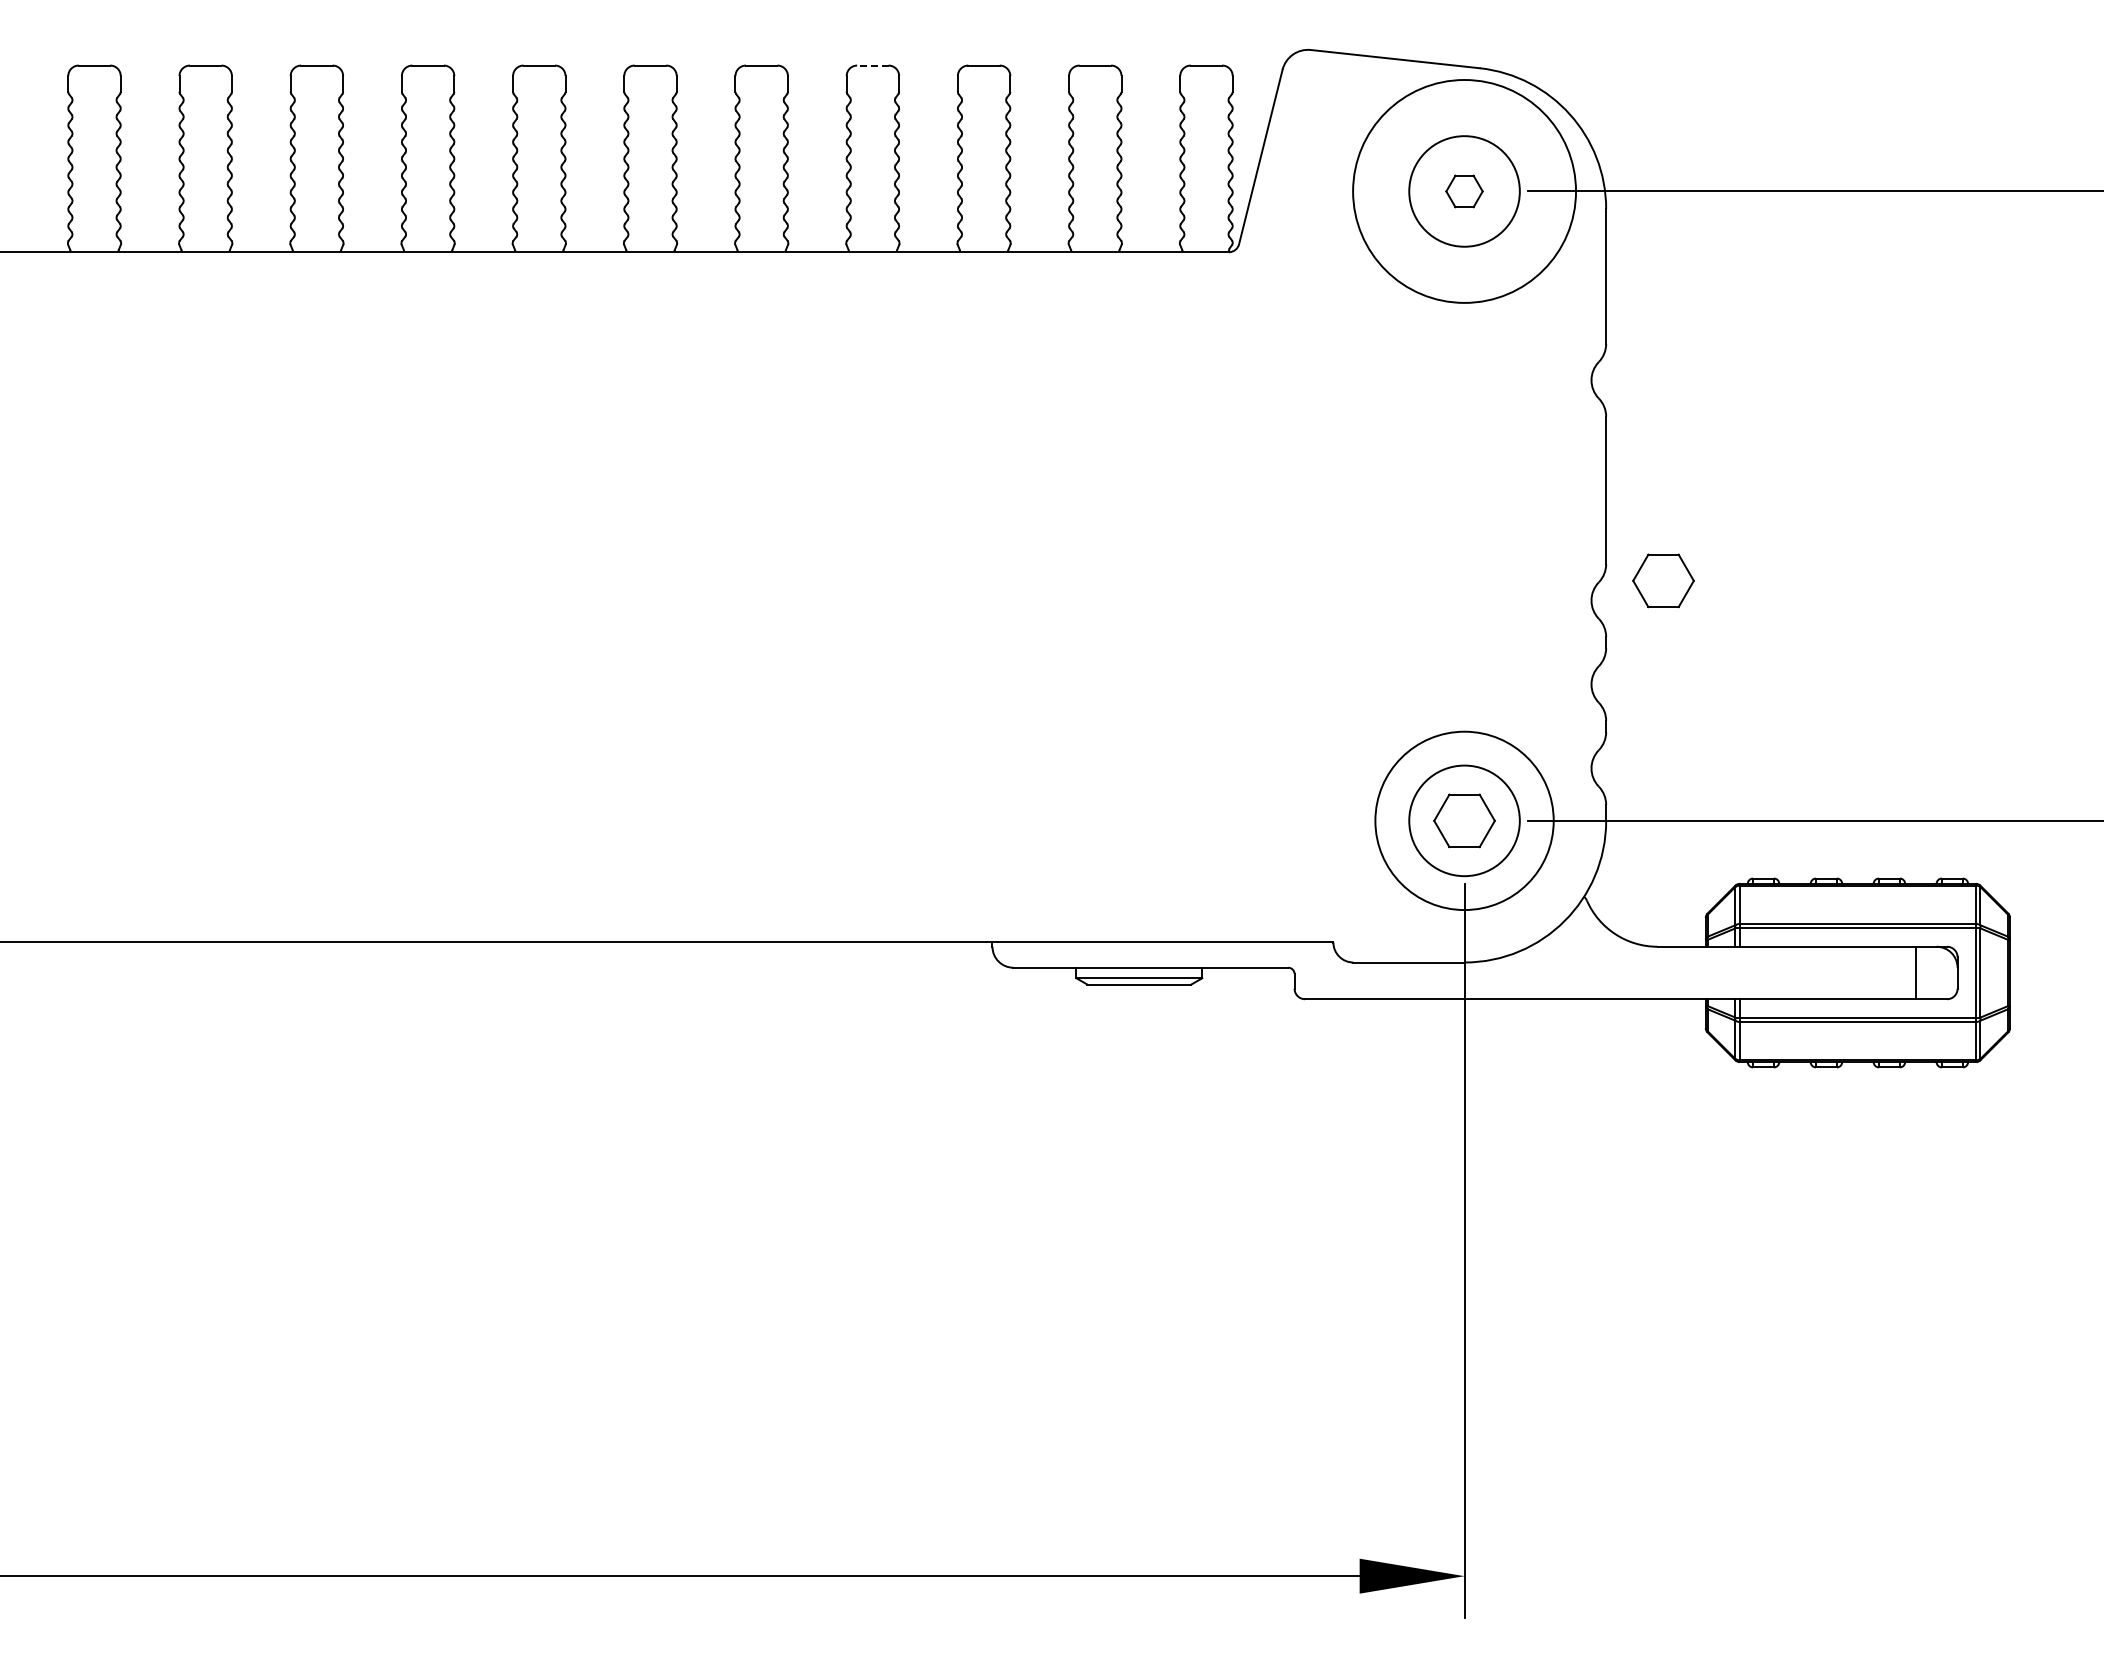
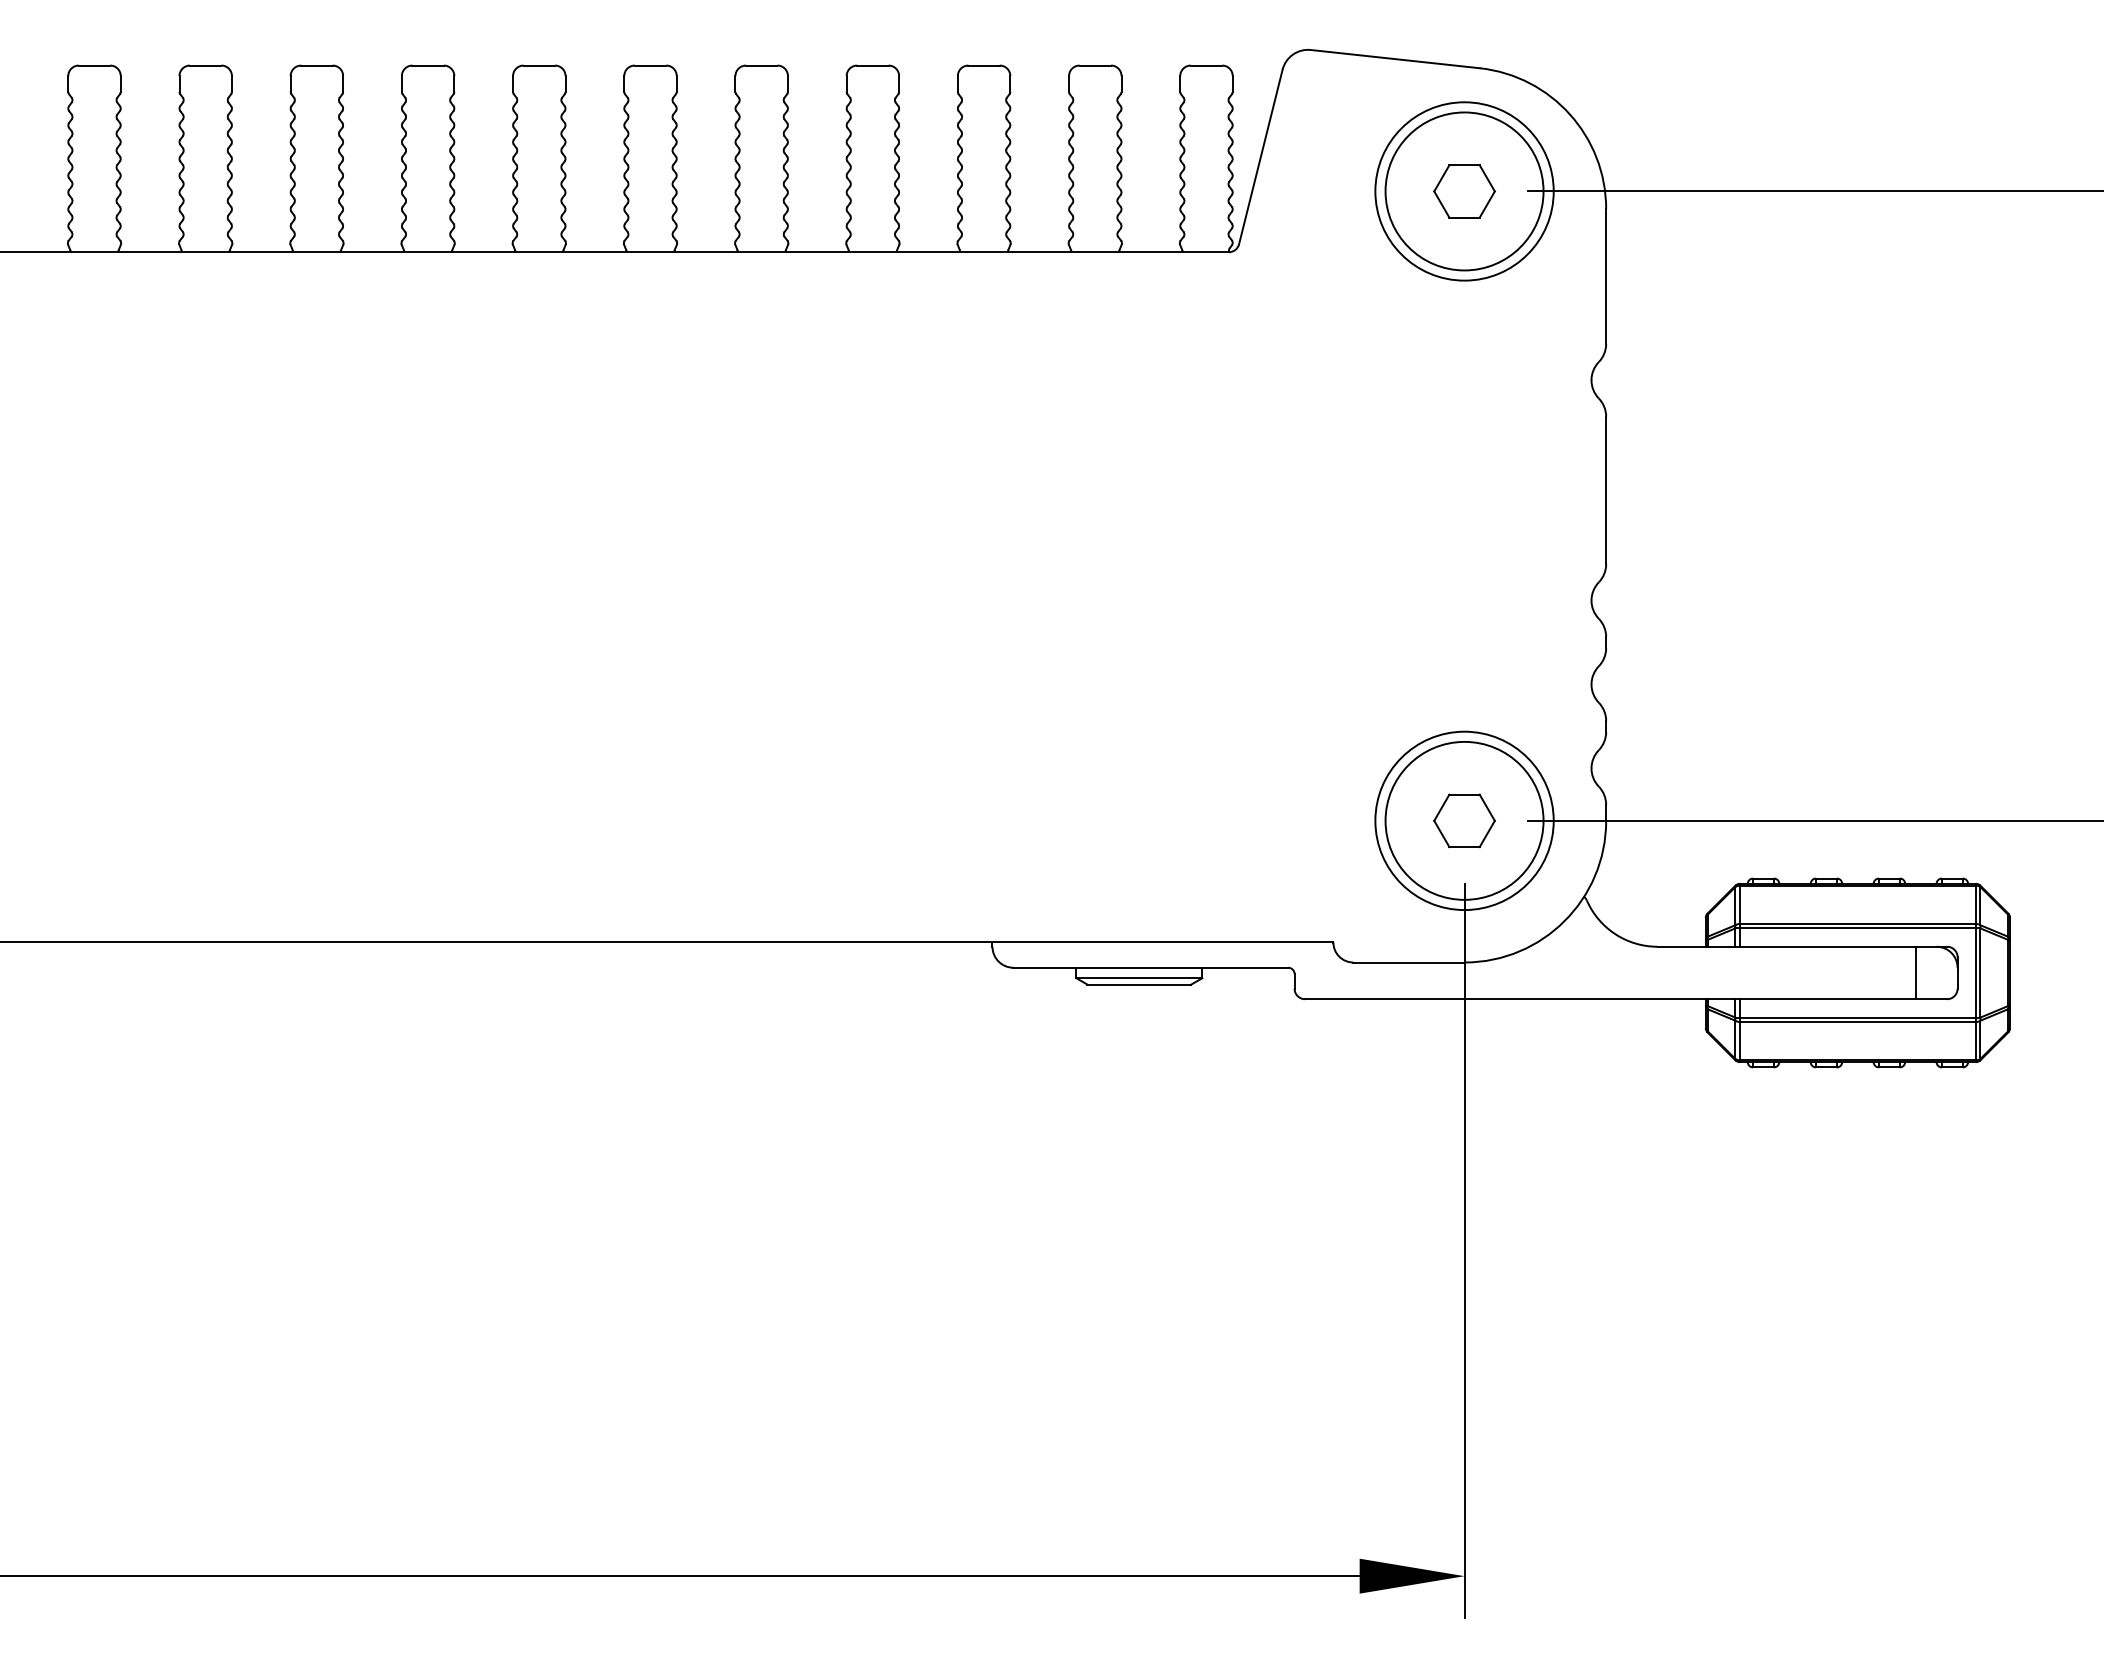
line at (872, 65): dashed -> solid
circle at (1464, 191) diameter: 111 px -> 158 px
circle at (1464, 191) diameter: 223 px -> 178 px
part at (1464, 191) size: 39x35 px -> 63x55 px
part at (1663, 580): present -> none
circle at (1464, 820) diameter: 111 px -> 158 px
